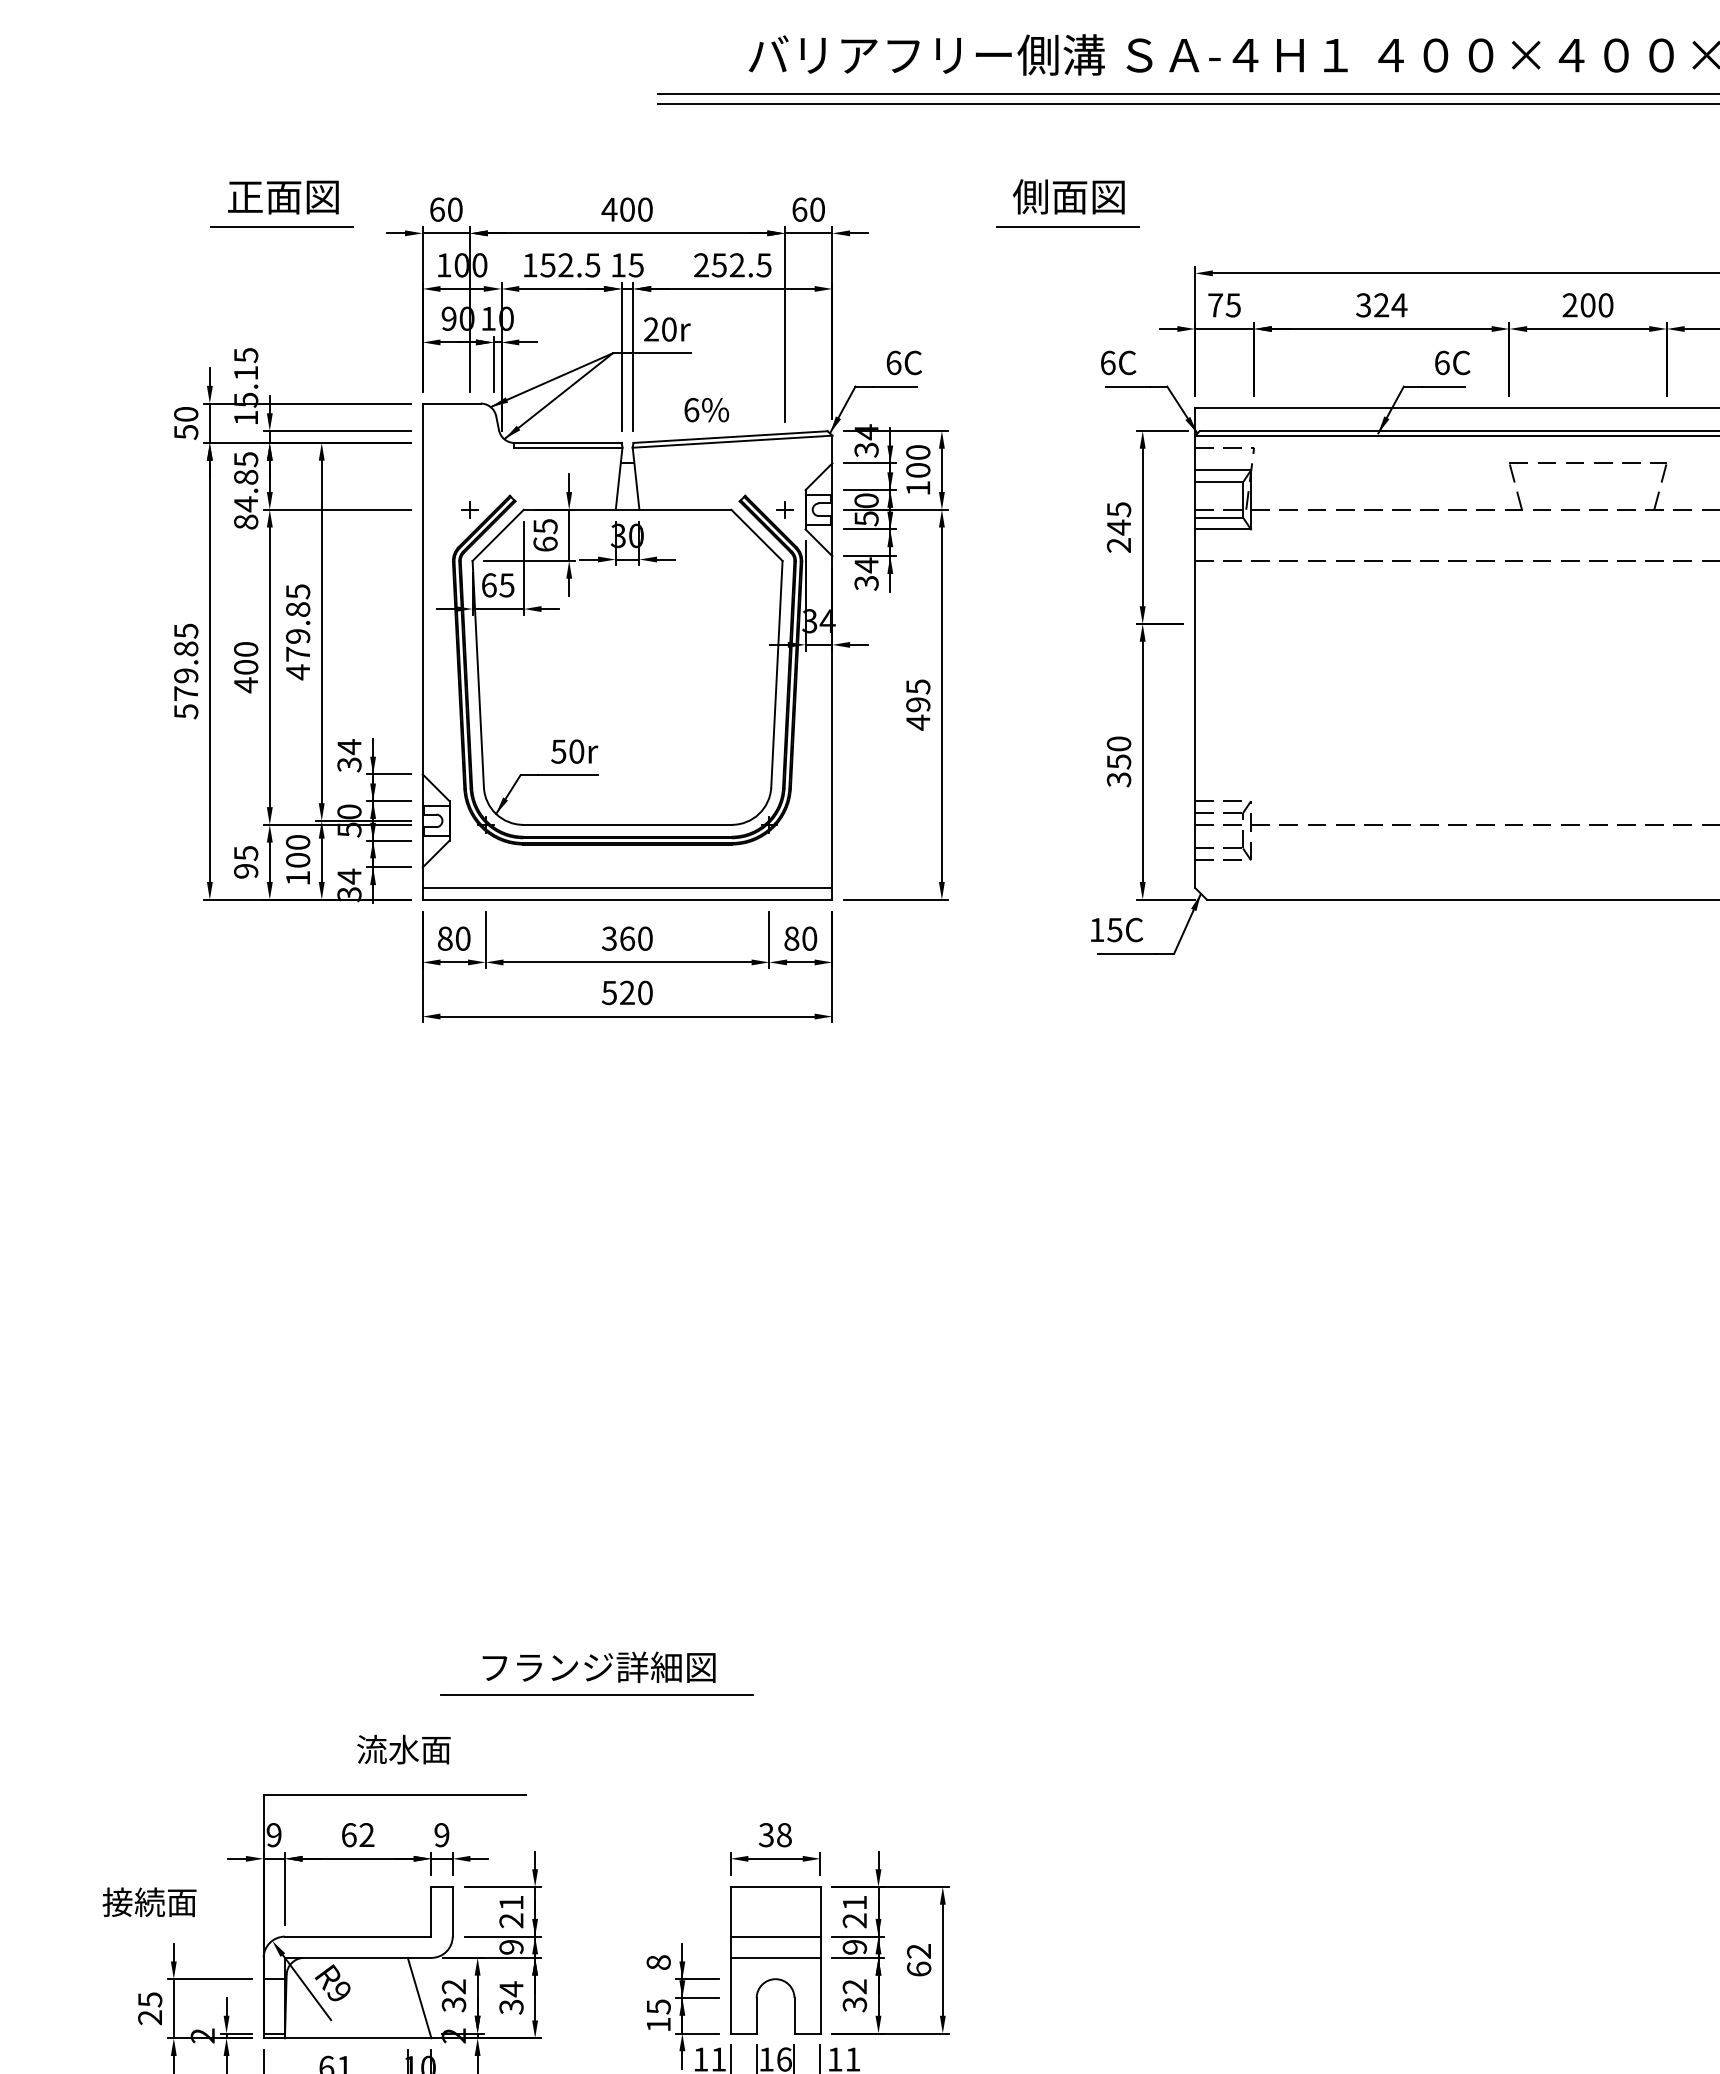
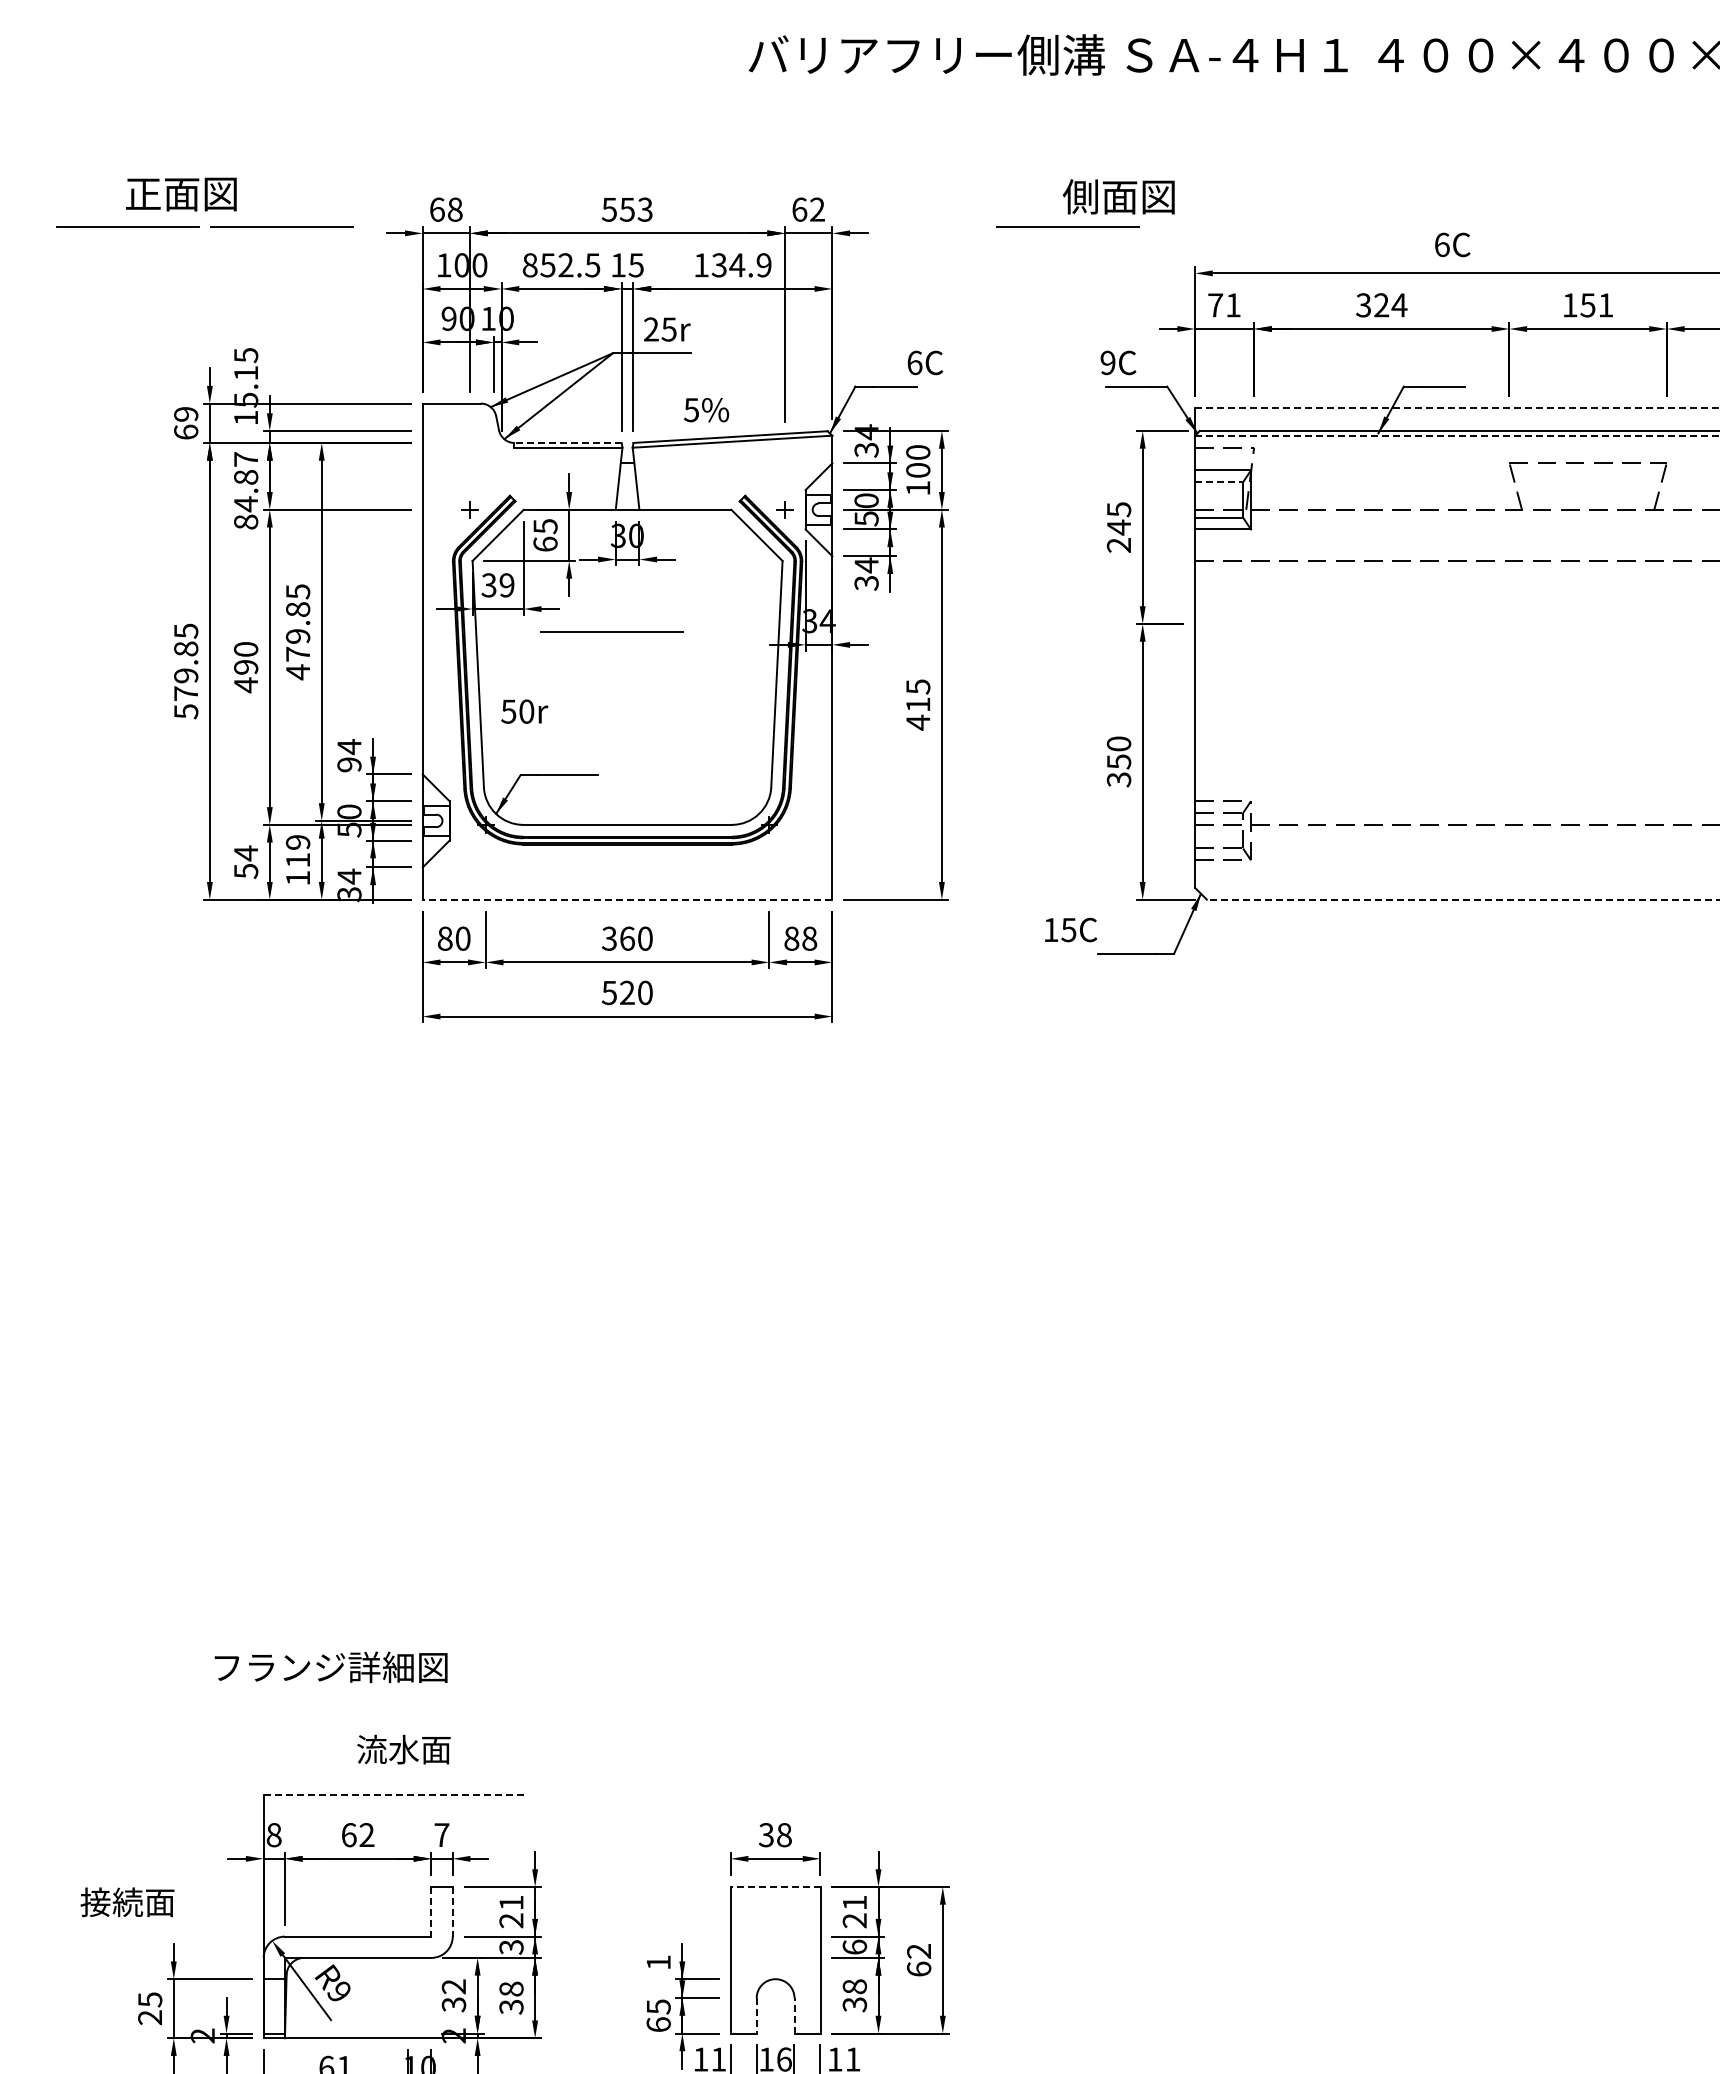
line at (1186, 94): present -> none
line at (1186, 103): present -> none
text at (1068, 196) position: (1068, 196) -> (1118, 196)
text at (283, 197) position: (283, 197) -> (181, 194)
text at (454, 209): 60 -> 68
text at (626, 209): 400 -> 553
text at (817, 209): 60 -> 62
line at (127, 226): none -> present
text at (529, 265): 152.5 -> 852.5
text at (732, 265): 252.5 -> 134.9
text at (1232, 305): 75 -> 71
text at (1587, 305): 200 -> 151
text at (668, 329): 20r -> 25r
text at (903, 362) position: (903, 362) -> (924, 362)
text at (1107, 362): 6C -> 9C
text at (1452, 362) position: (1452, 362) -> (1452, 244)
line at (1457, 408): solid -> dashed
text at (691, 410): 6% -> 5%
text at (186, 423): 50 -> 69
line at (1457, 435): solid -> dashed
line at (568, 442): solid -> dashed
text at (246, 459): 84.85 -> 84.87
line at (1219, 482): solid -> dashed
text at (497, 585): 65 -> 39
line at (611, 631): none -> present
text at (246, 667): 400 -> 490
text at (918, 704): 495 -> 415
text at (574, 751) position: (574, 751) -> (524, 711)
text at (349, 764): 34 -> 94
text at (298, 851): 100 -> 119
text at (246, 861): 95 -> 54
line at (627, 887): present -> none
line at (627, 899): solid -> dashed
line at (1462, 899): solid -> dashed
text at (1117, 929) position: (1117, 929) -> (1071, 929)
text at (809, 938): 80 -> 88
text at (598, 1667) position: (598, 1667) -> (330, 1667)
line at (596, 1695): present -> none
line at (395, 1794): solid -> dashed
text at (273, 1835): 9 -> 8
text at (441, 1835): 9 -> 7
line at (775, 1887): solid -> dashed
text at (149, 1902) position: (149, 1902) -> (127, 1902)
line at (431, 1911): solid -> dashed
line at (452, 1911): solid -> dashed
line at (775, 1936): present -> none
text at (854, 1946): 9 -> 6
text at (511, 1947): 9 -> 3
line at (775, 1957): present -> none
text at (658, 1962): 8 -> 1
text at (854, 1986): 32 -> 38
text at (511, 1989): 34 -> 38
line at (419, 1997): present -> none
line at (756, 2015): solid -> dashed
line at (794, 2015): solid -> dashed
text at (658, 2024): 15 -> 65
